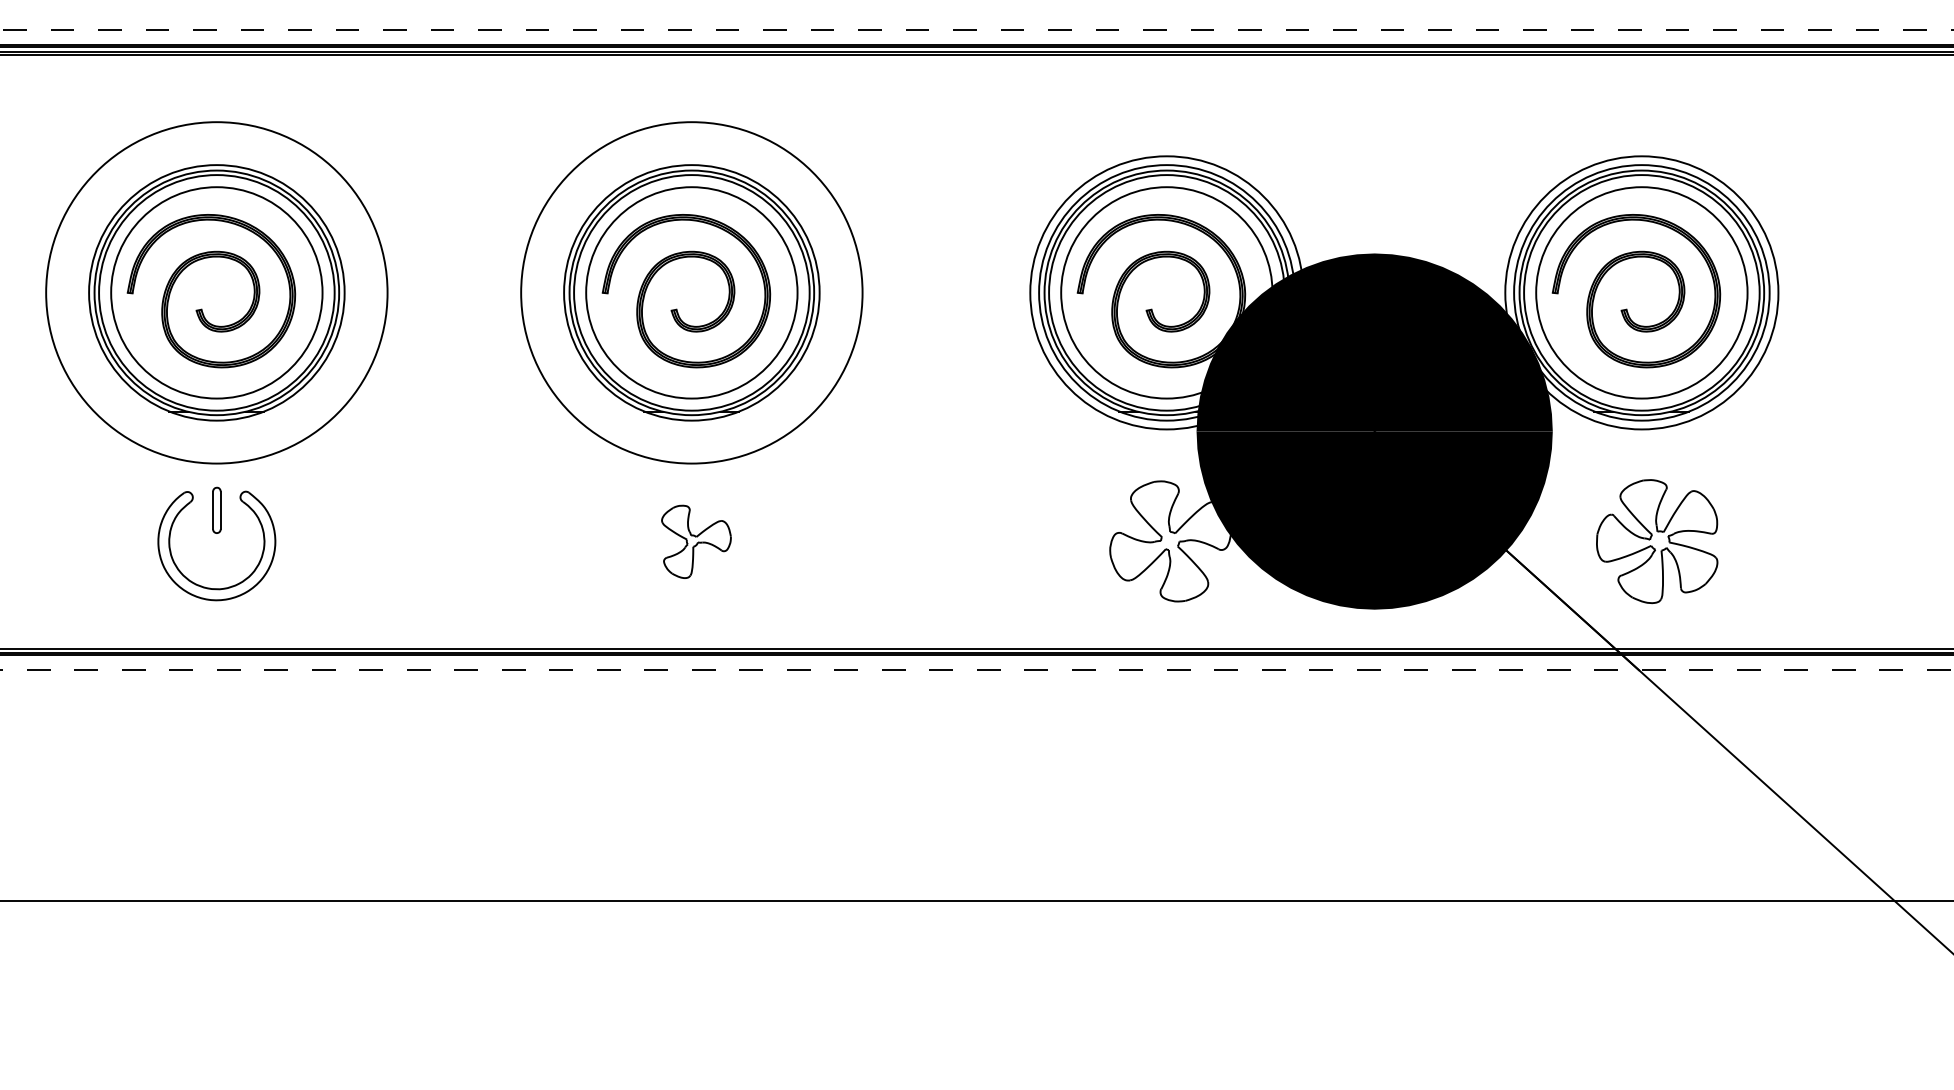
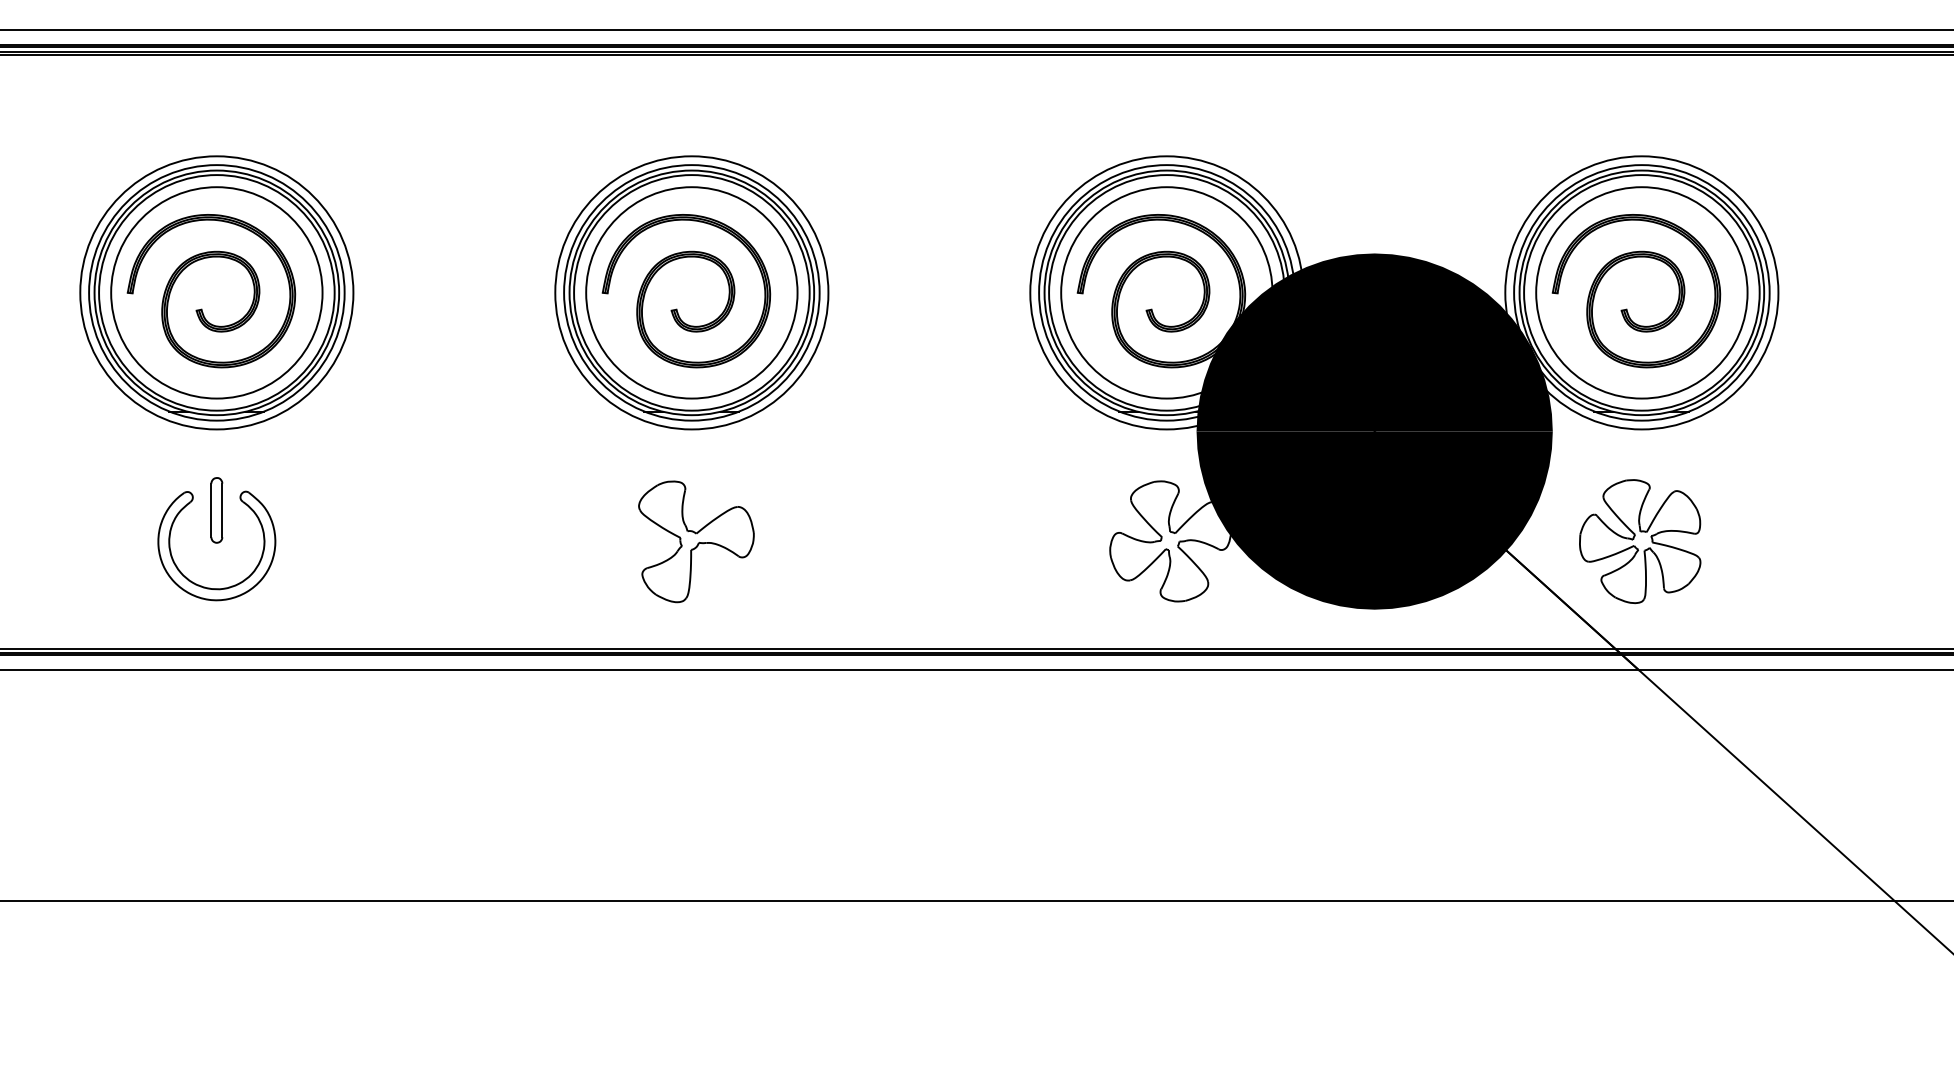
line at (976, 29): dashed -> solid
circle at (216, 292) diameter: 341 px -> 273 px
circle at (691, 292) diameter: 341 px -> 273 px
part at (216, 509) size: 10x48 px -> 14x67 px
part at (696, 541) size: 71x75 px -> 117x124 px
part at (1657, 541) position: (1657, 541) -> (1640, 541)
line at (976, 670): dashed -> solid
